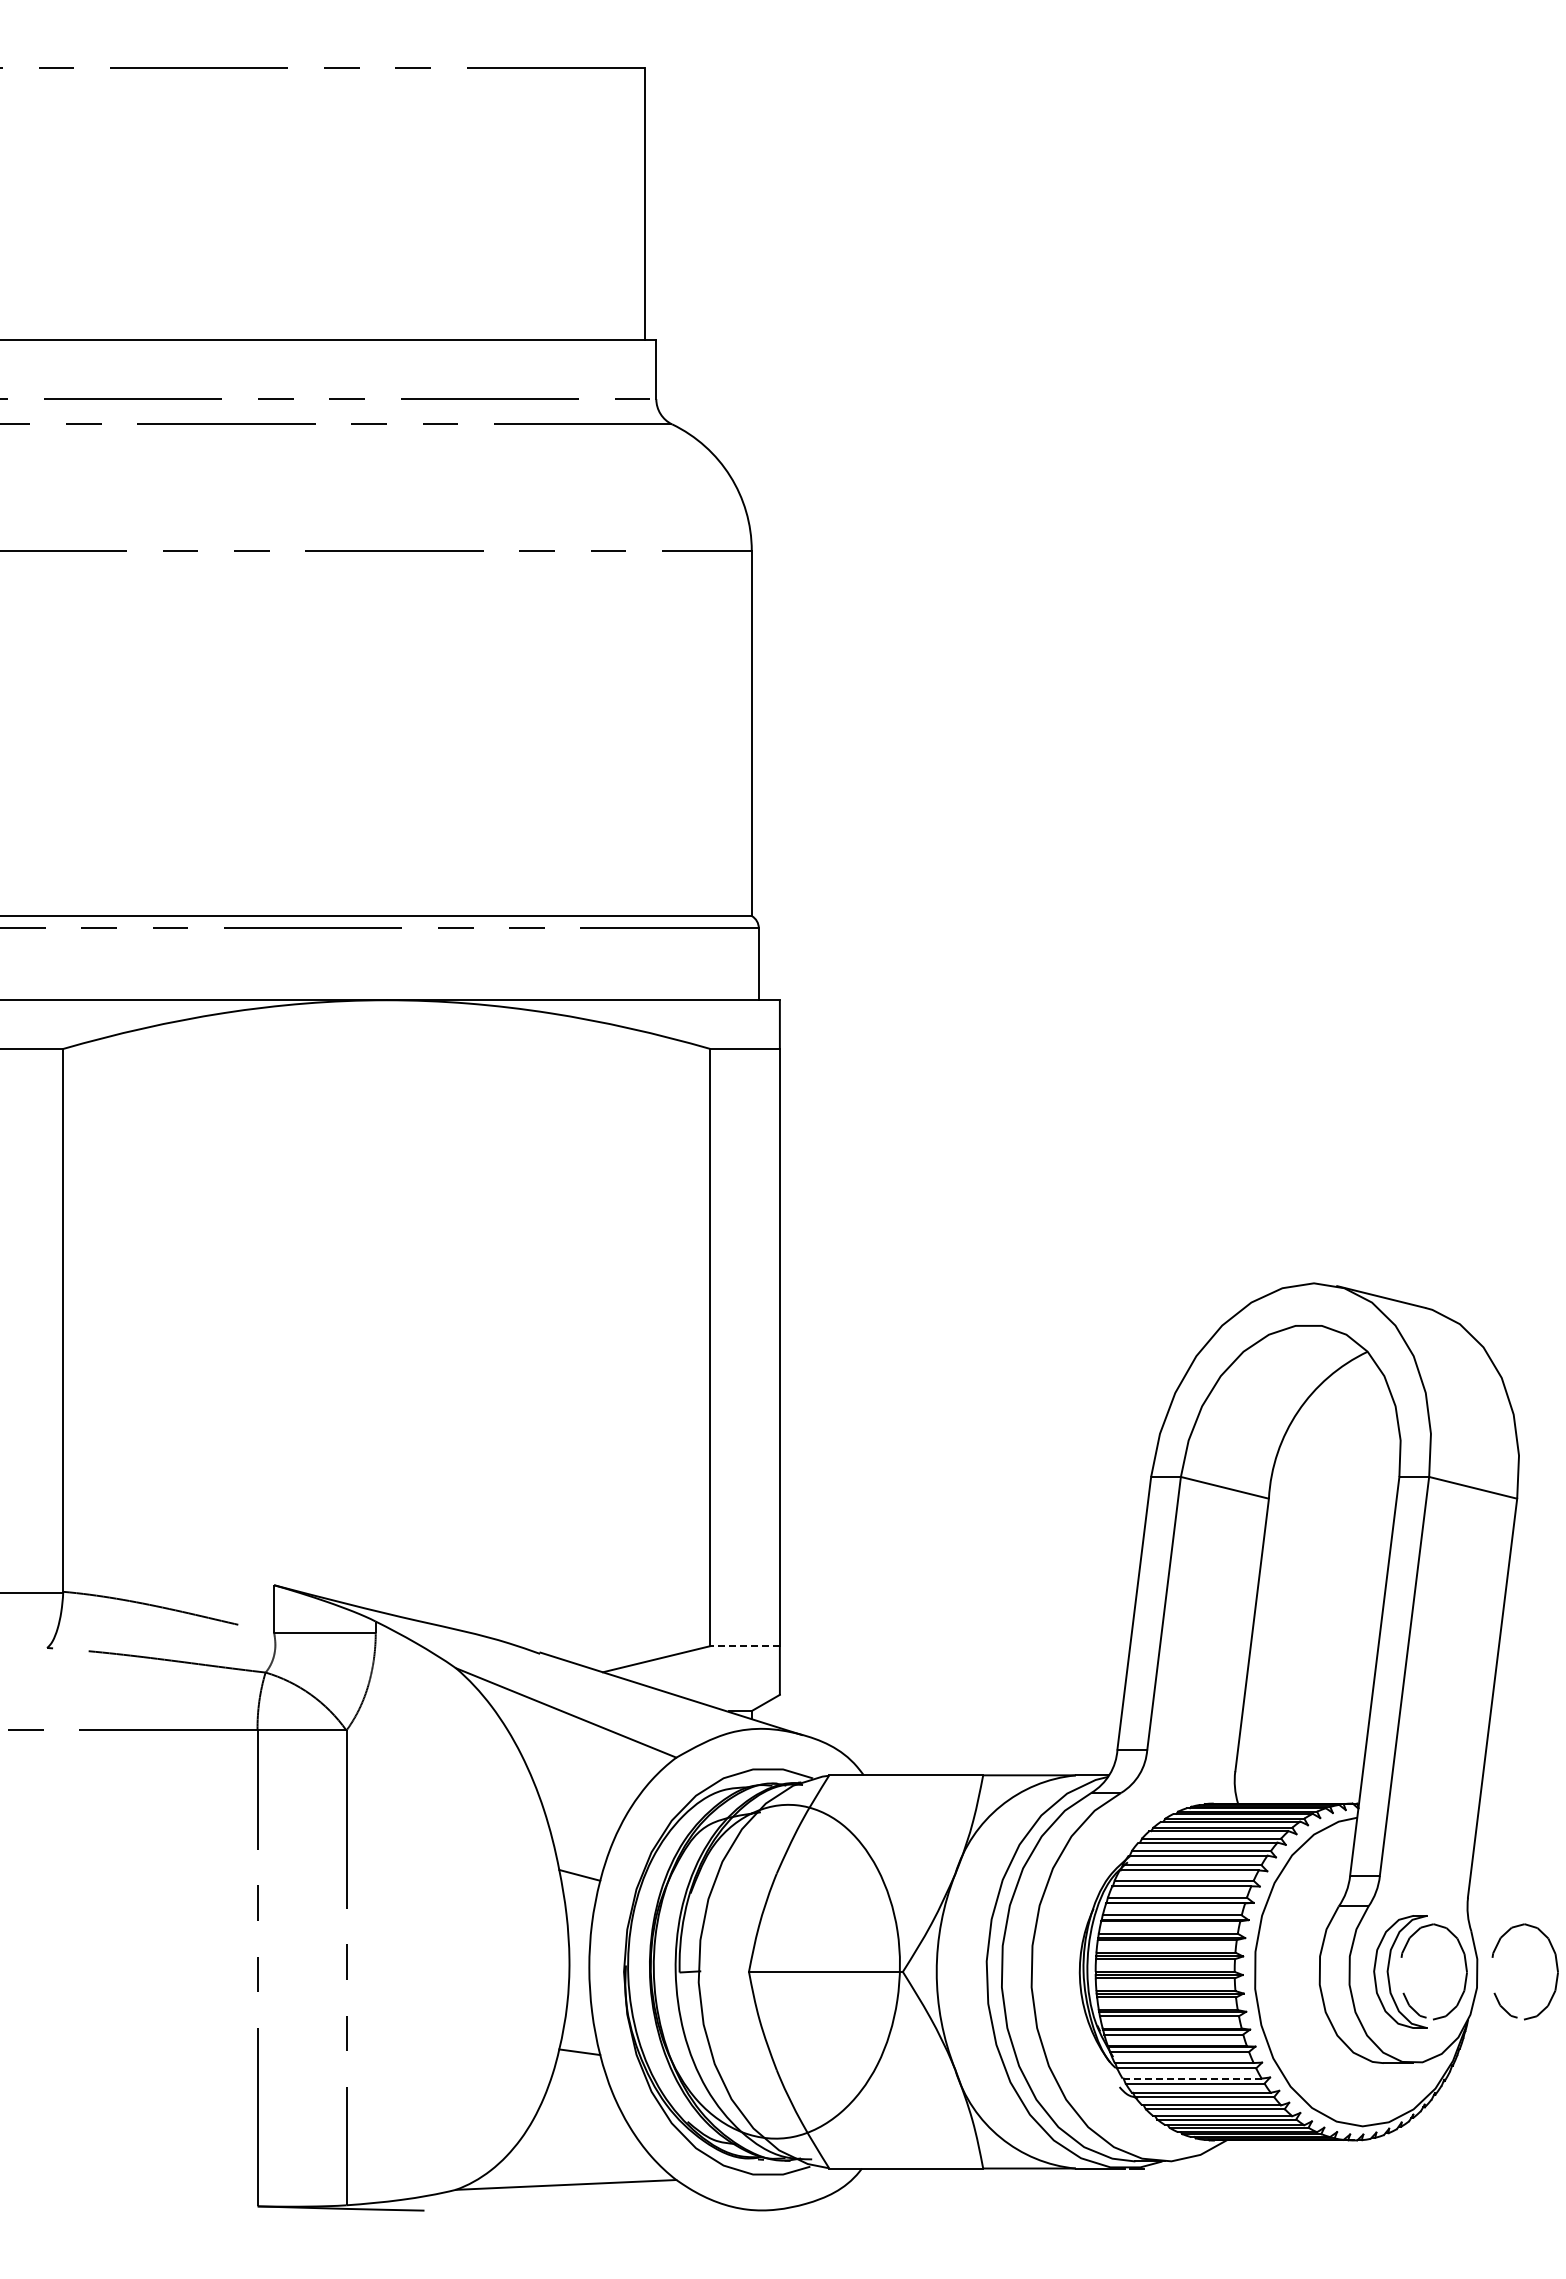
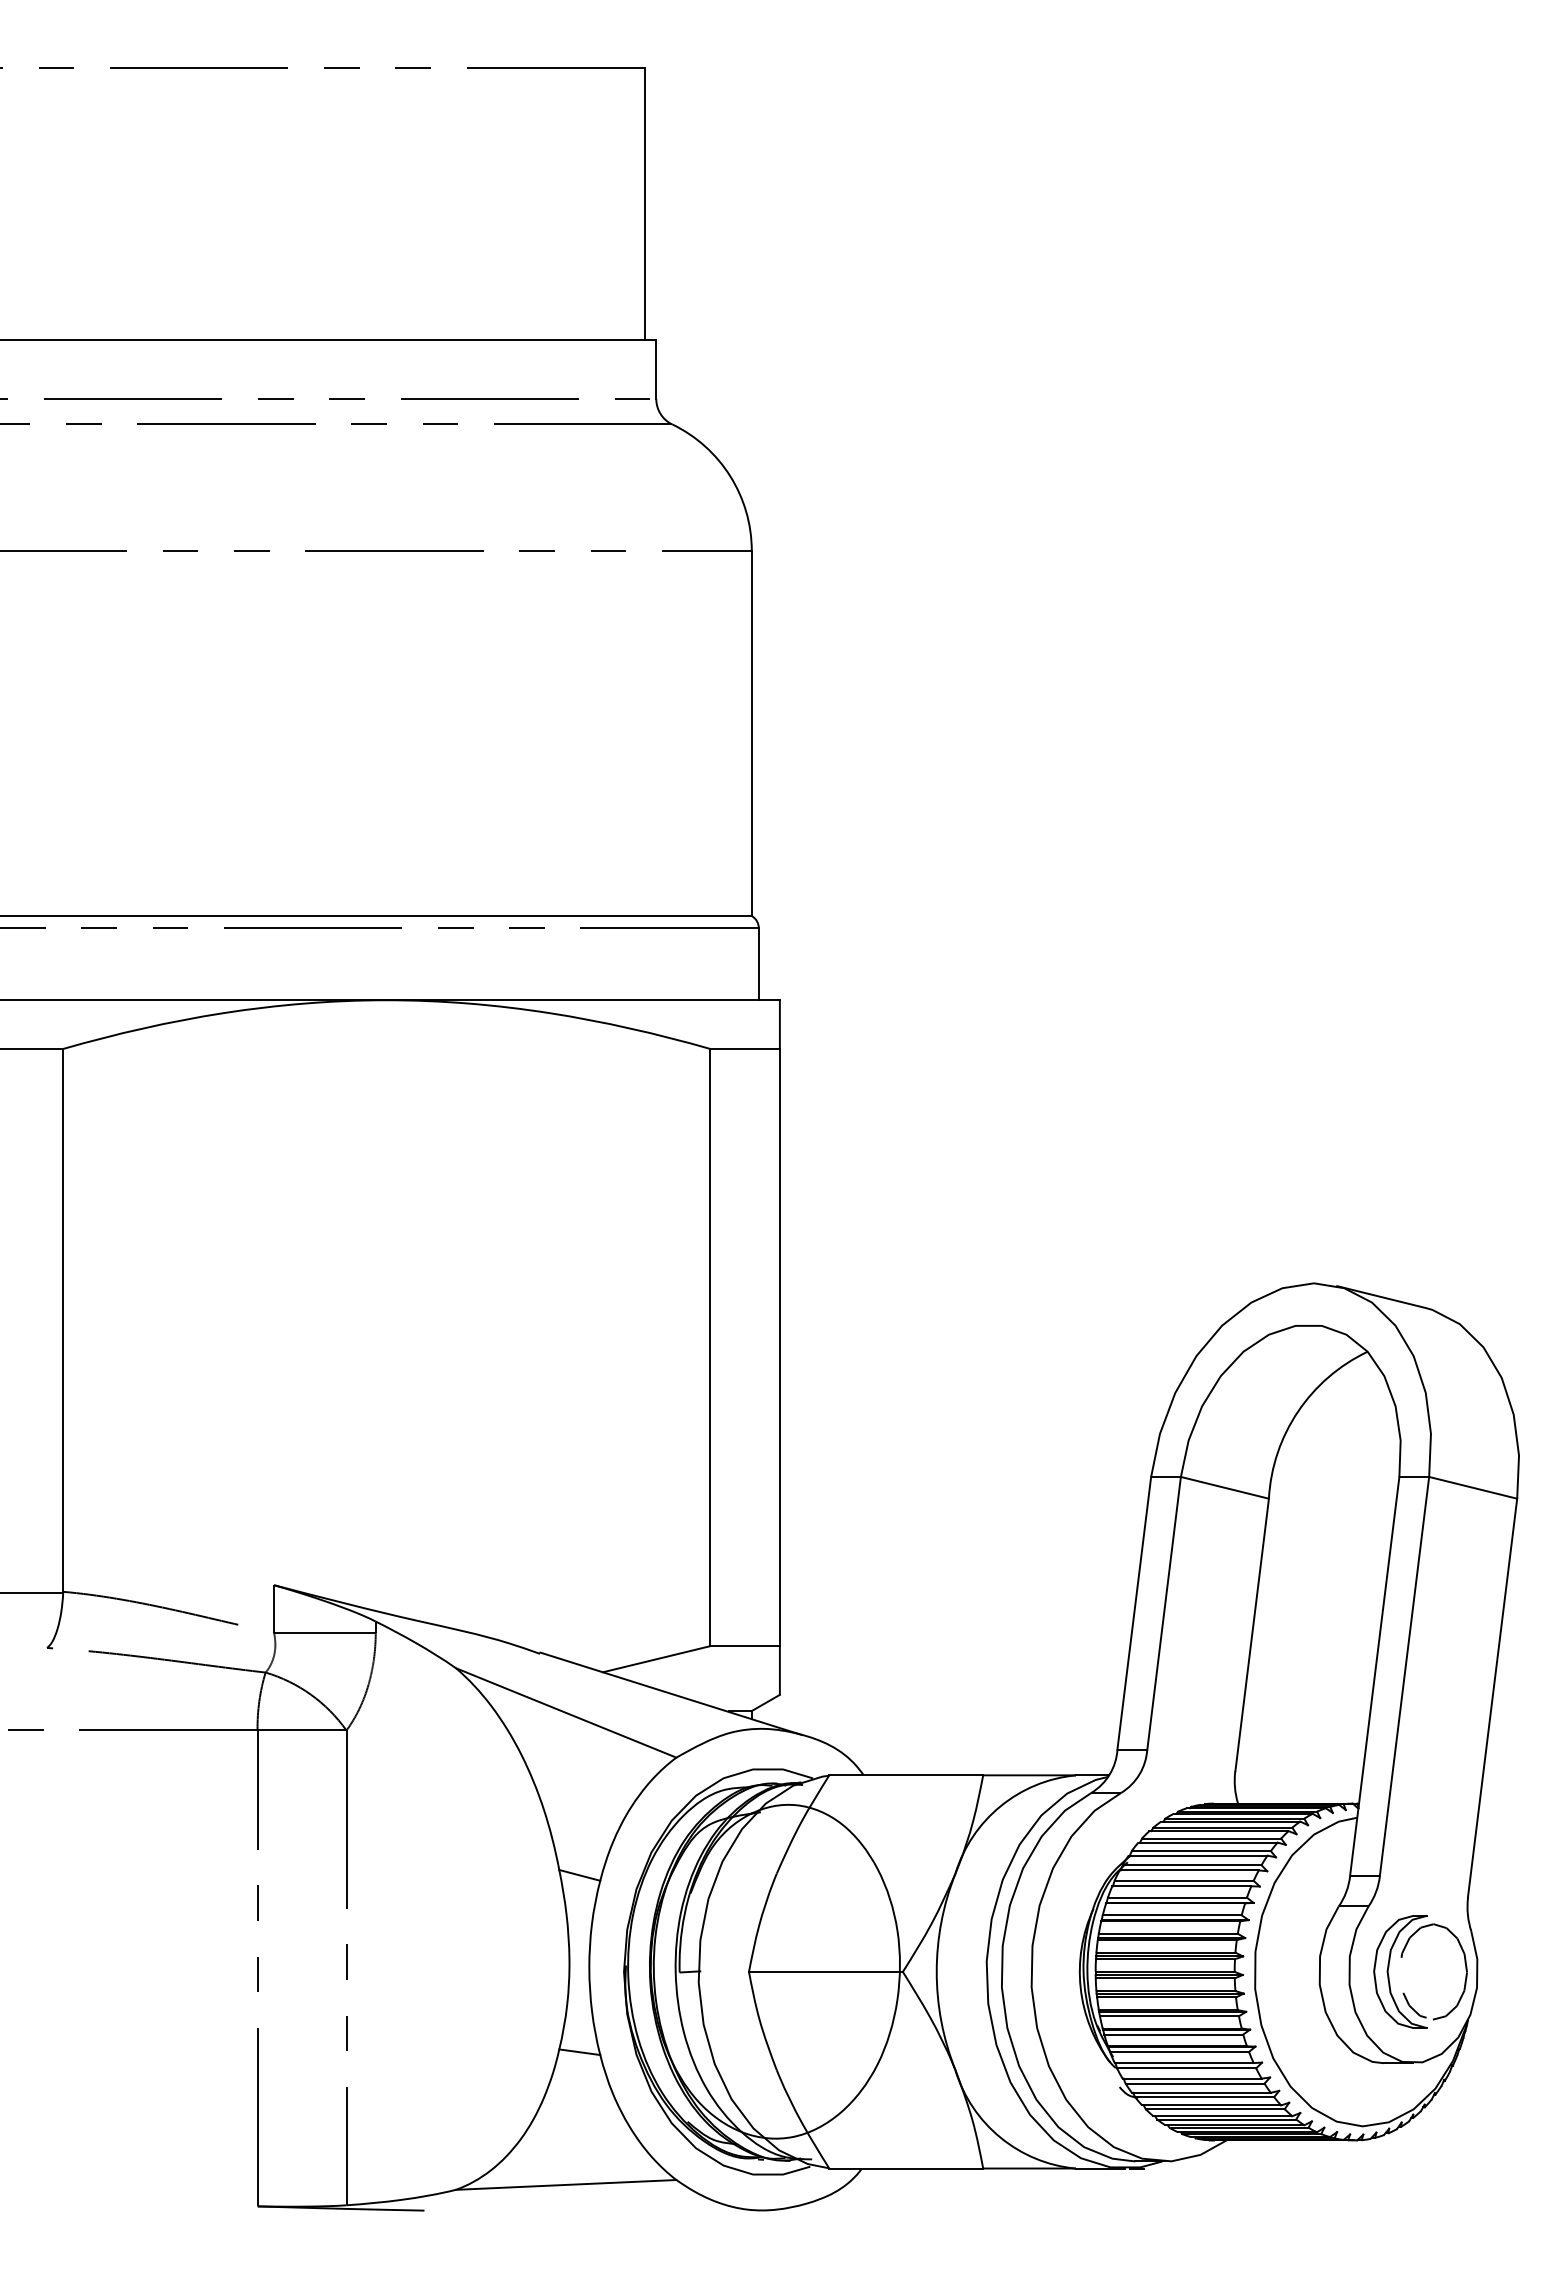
line at (745, 1646): dashed -> solid
part at (1555, 1963): present -> none
line at (1192, 2078): dashed -> solid
